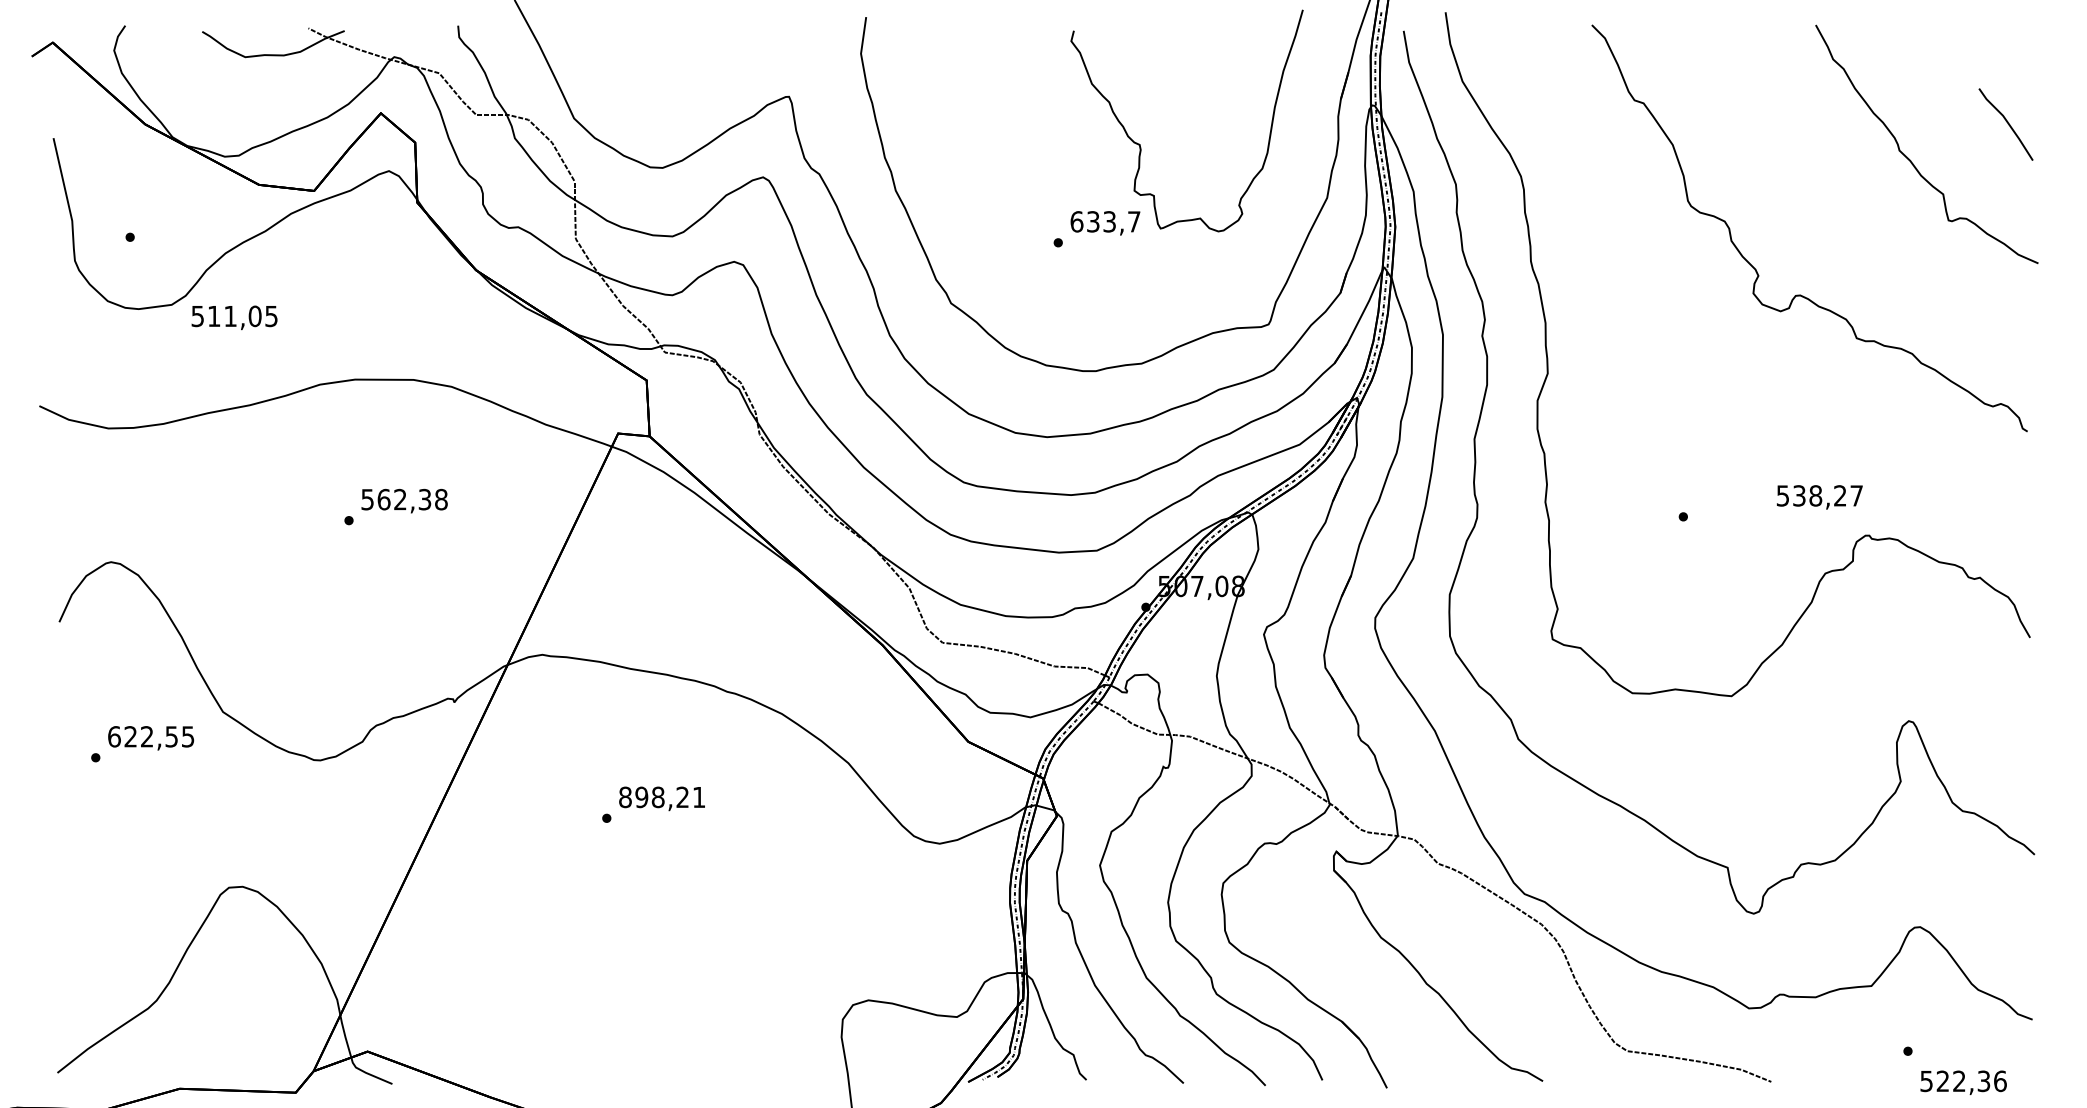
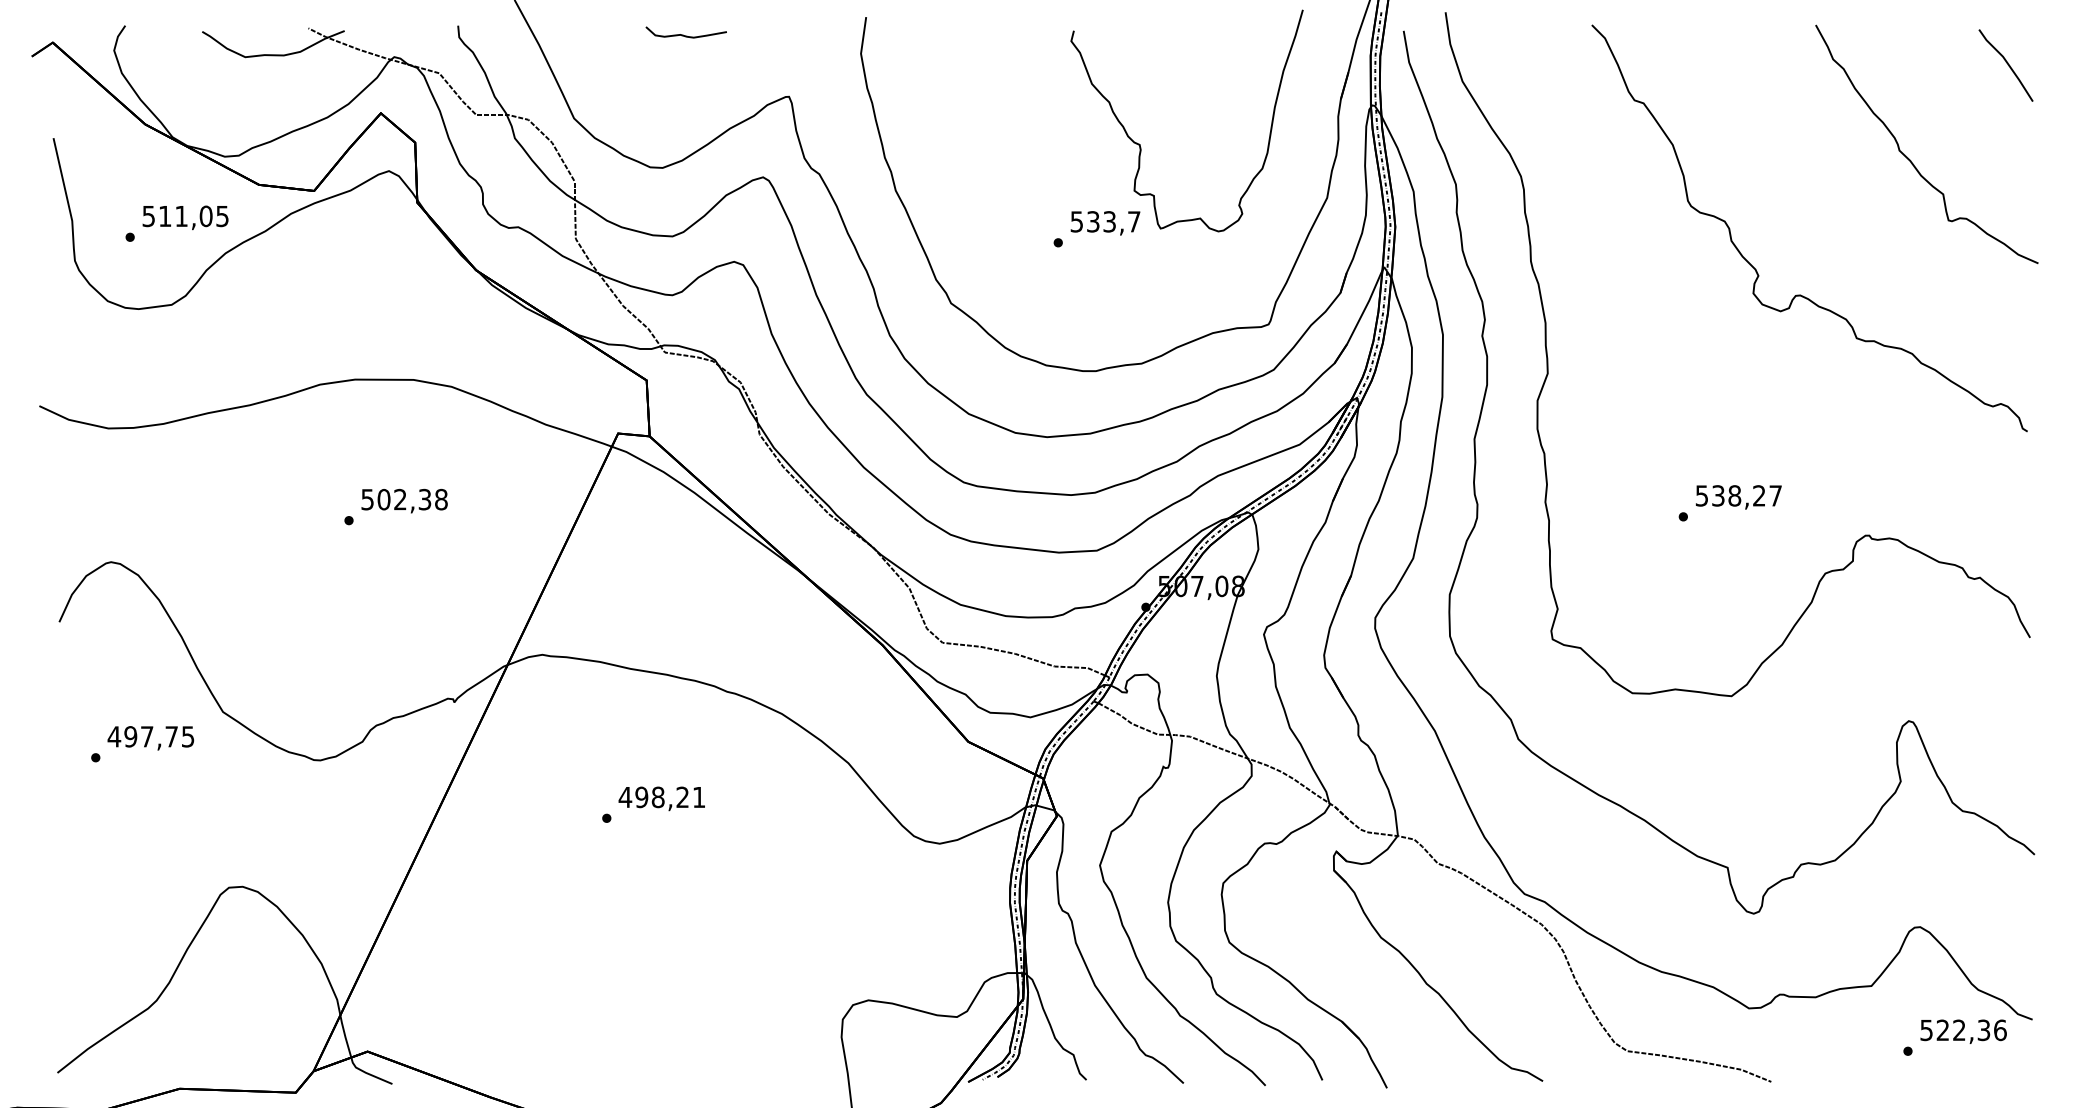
curve at (683, 34): none -> present
line at (2006, 122) position: (2006, 122) -> (2006, 63)
text at (1076, 221): 633,7 -> 533,7
text at (234, 317) position: (234, 317) -> (185, 217)
text at (1819, 497) position: (1819, 497) -> (1738, 497)
text at (383, 498): 562,38 -> 502,38
text at (142, 736): 622,55 -> 497,75
text at (625, 797): 898,21 -> 498,21
text at (1963, 1082) position: (1963, 1082) -> (1963, 1031)
